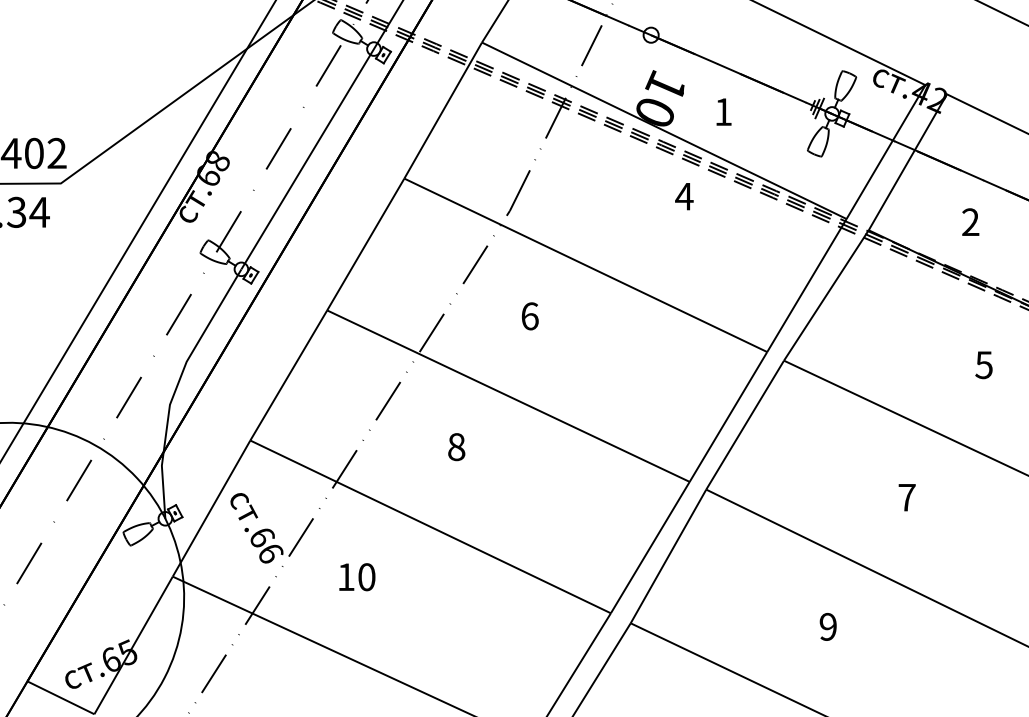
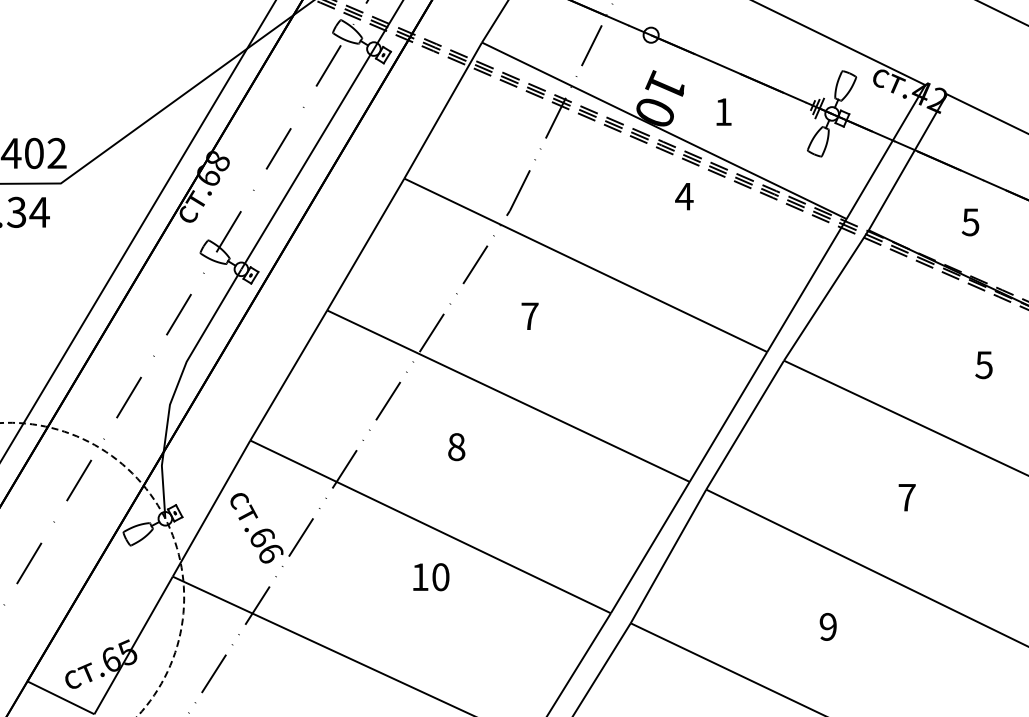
text at (970, 222): 2 -> 5
text at (529, 316): 6 -> 7
line at (167, 523): solid -> dashed
text at (357, 577) position: (357, 577) -> (431, 577)
